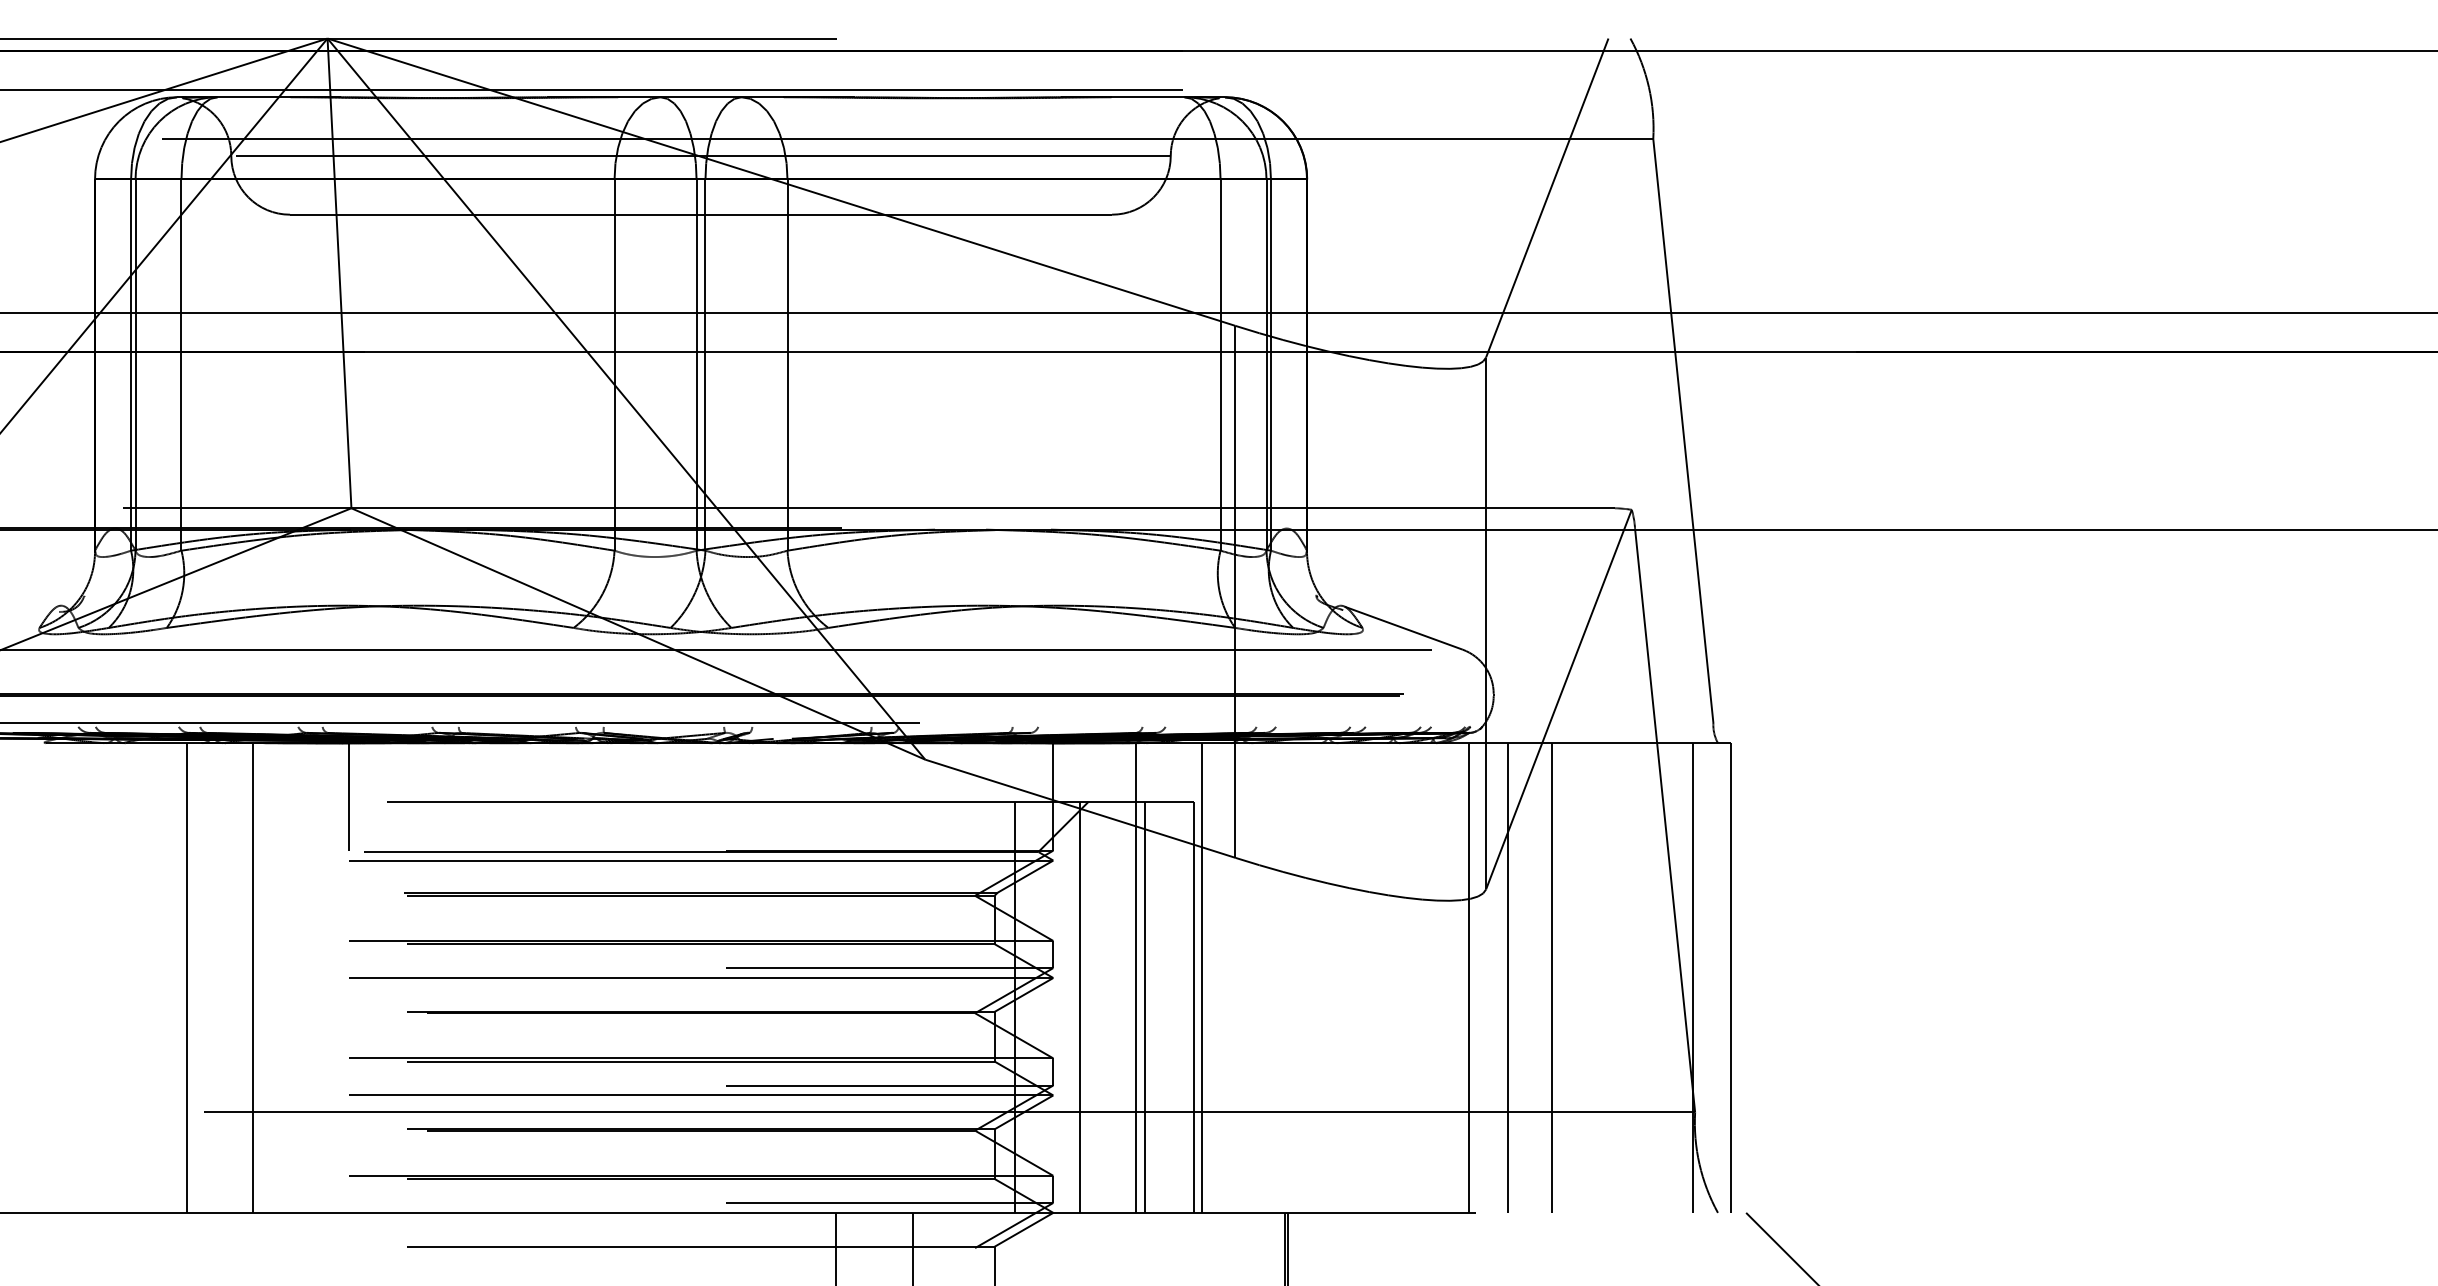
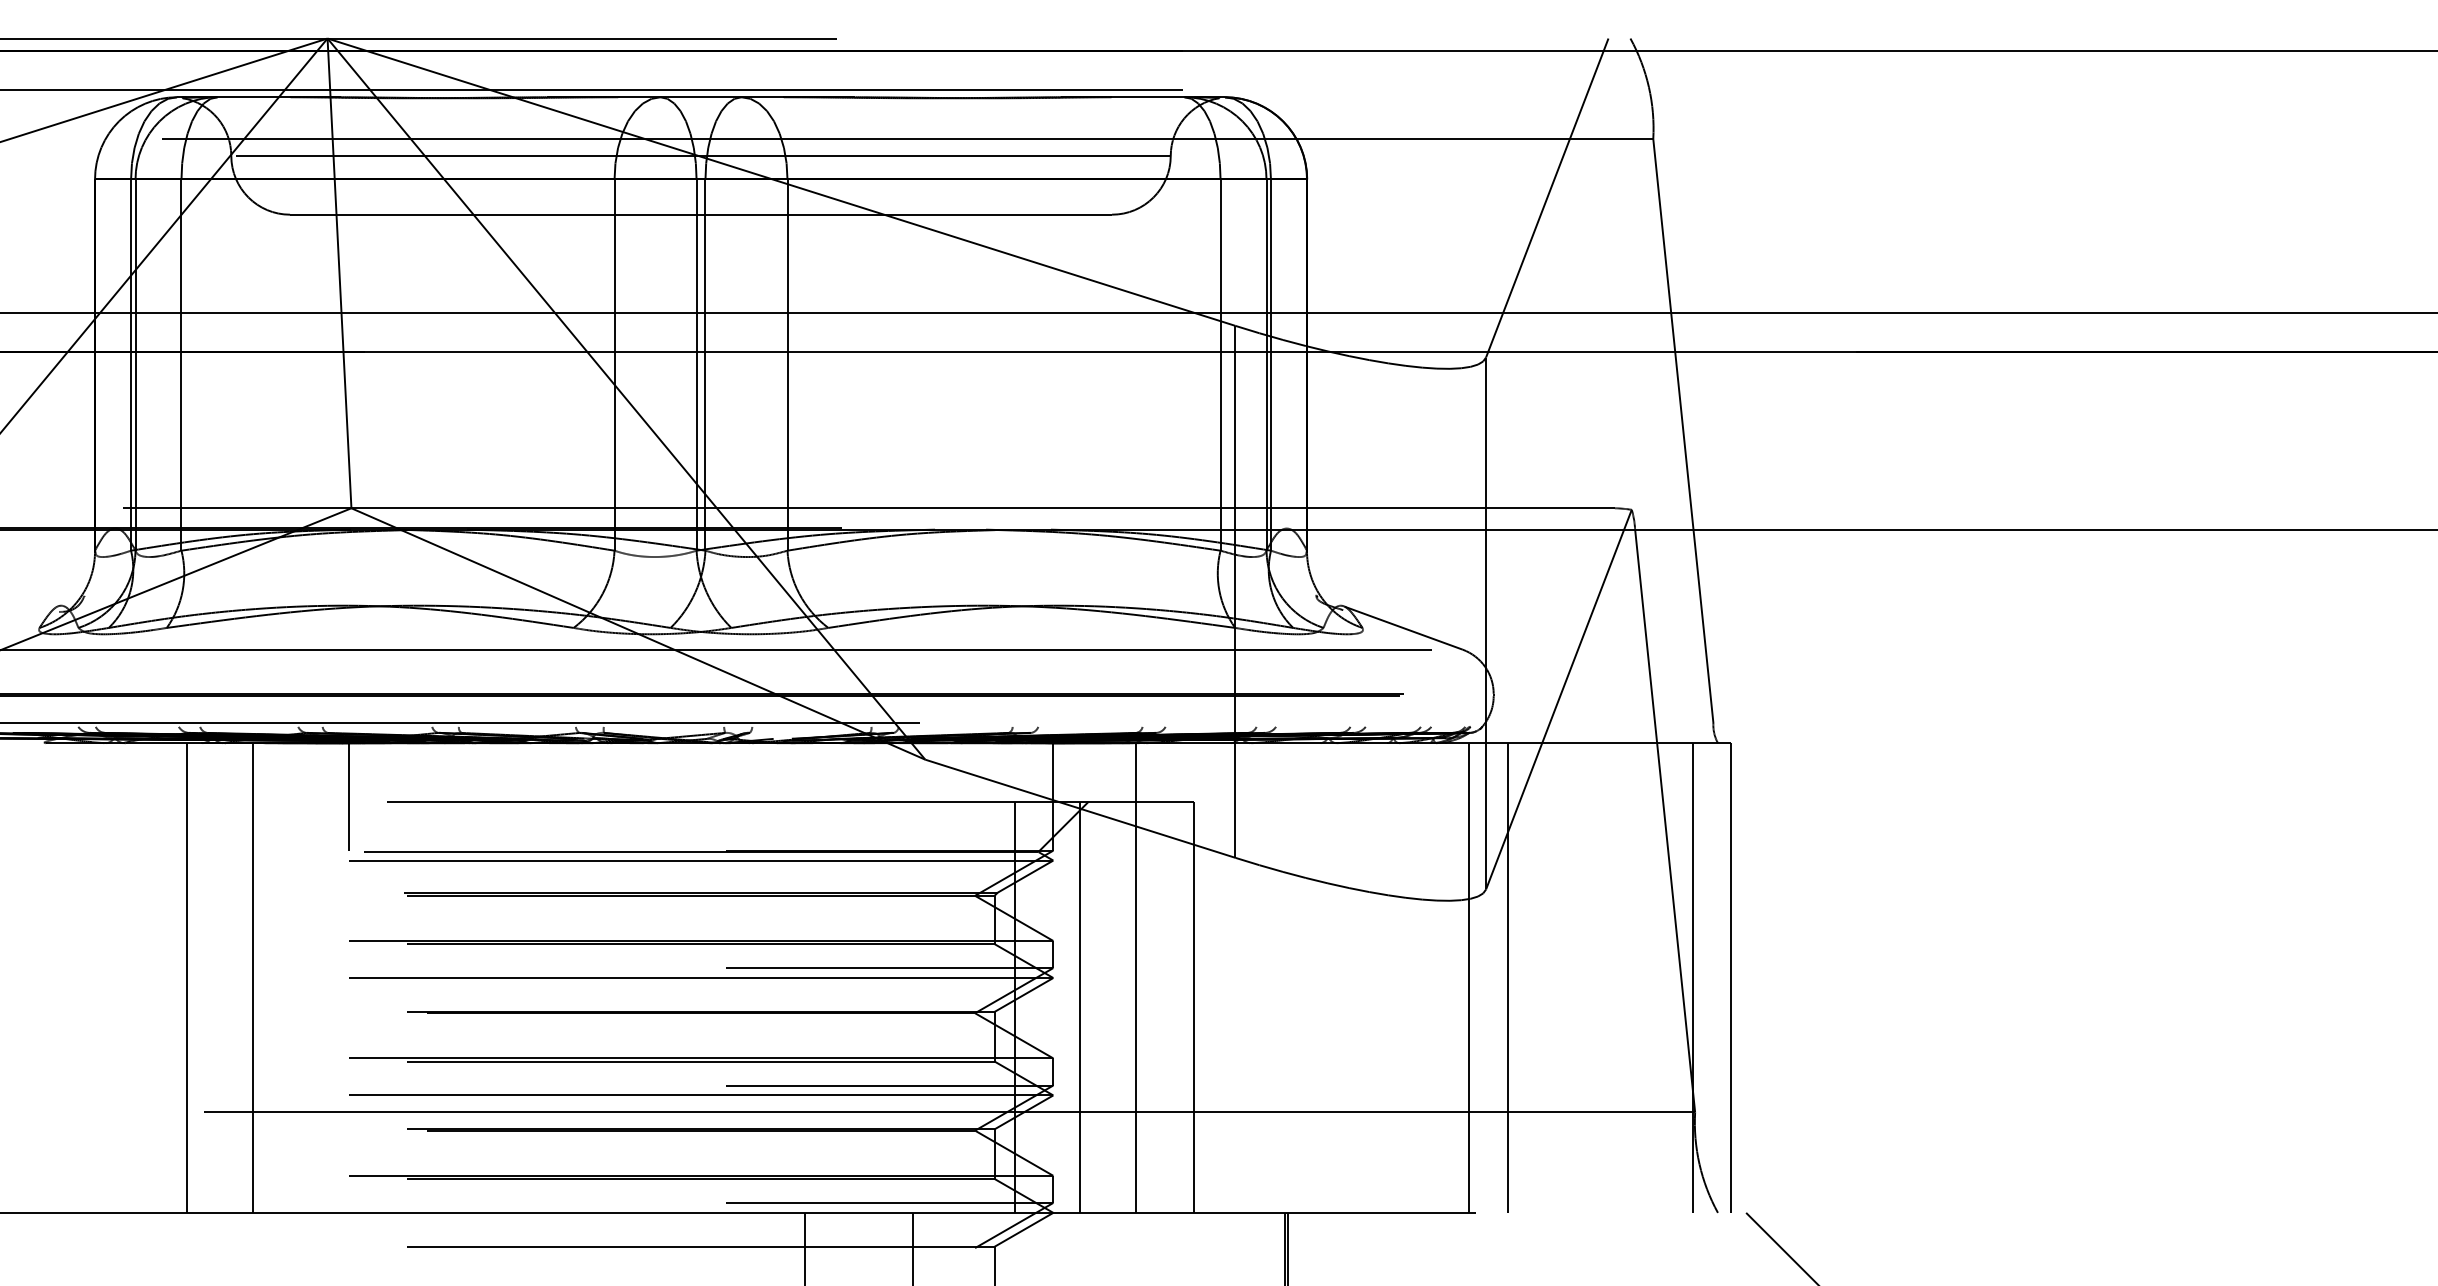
line at (1202, 977): present -> none
line at (1552, 977): present -> none
line at (1145, 1006): present -> none
line at (835, 1247) position: (835, 1247) -> (804, 1247)
